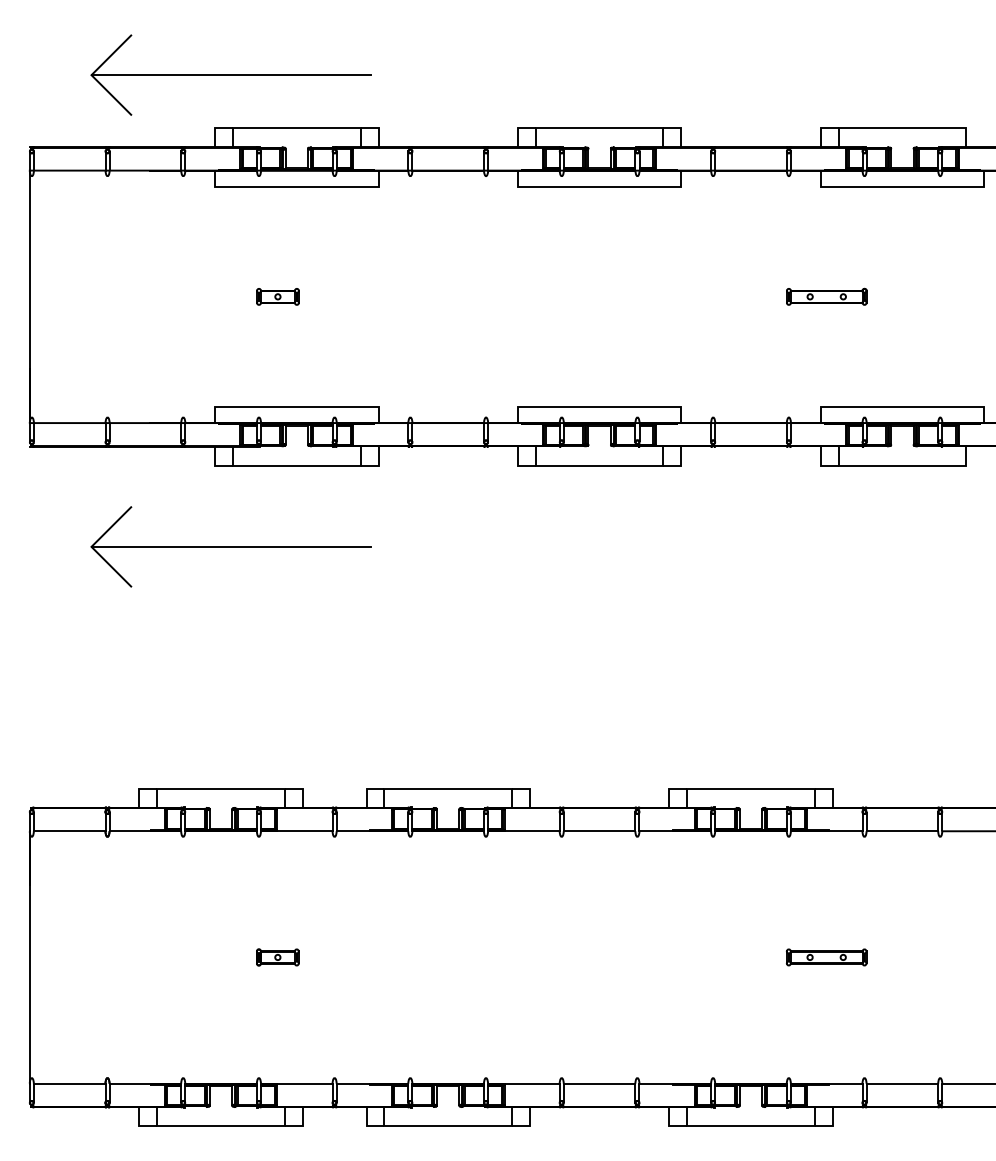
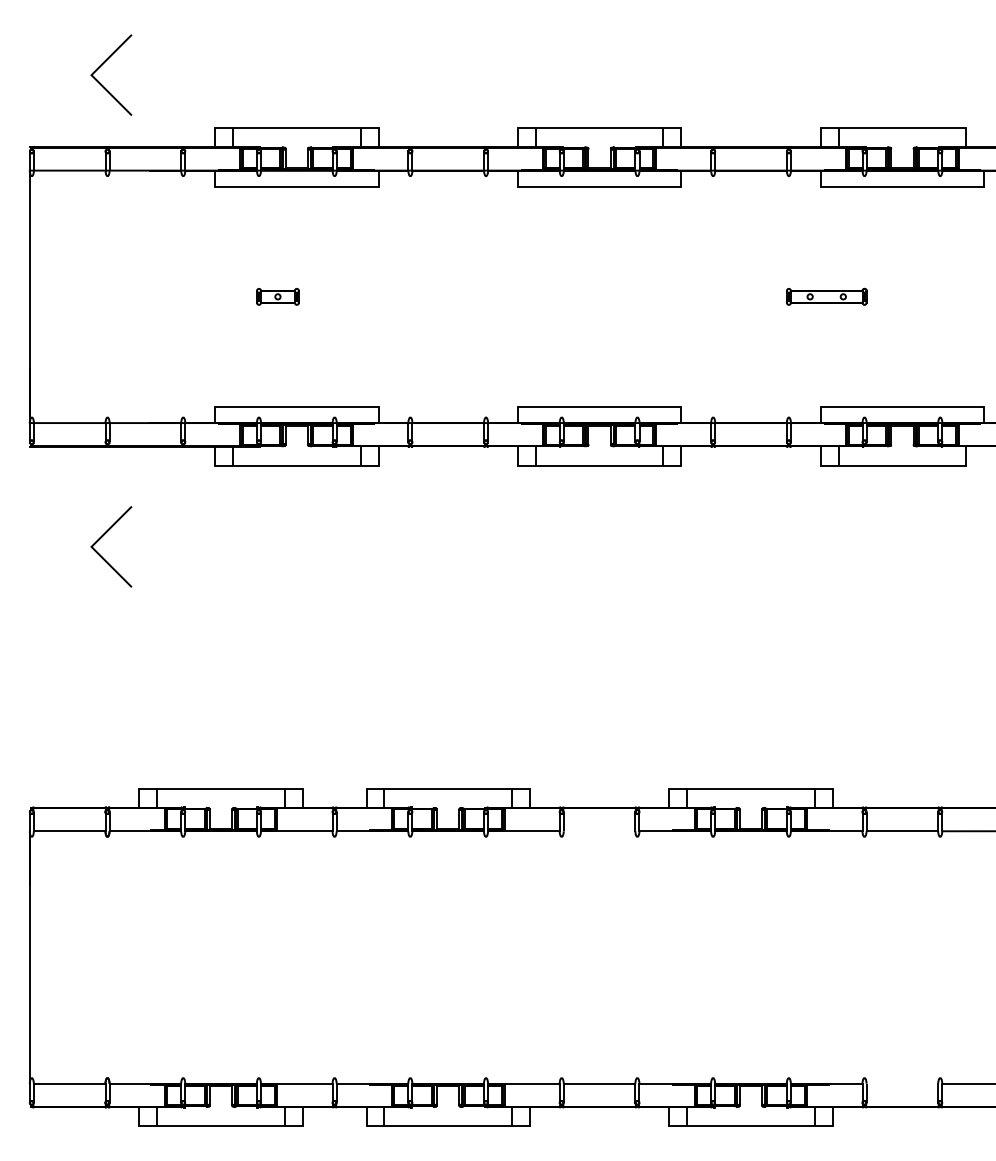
line at (231, 75): present -> none
line at (231, 546): present -> none
line at (599, 831): present -> none
part at (277, 957): present -> none
part at (826, 957): present -> none
line at (902, 1083): present -> none
